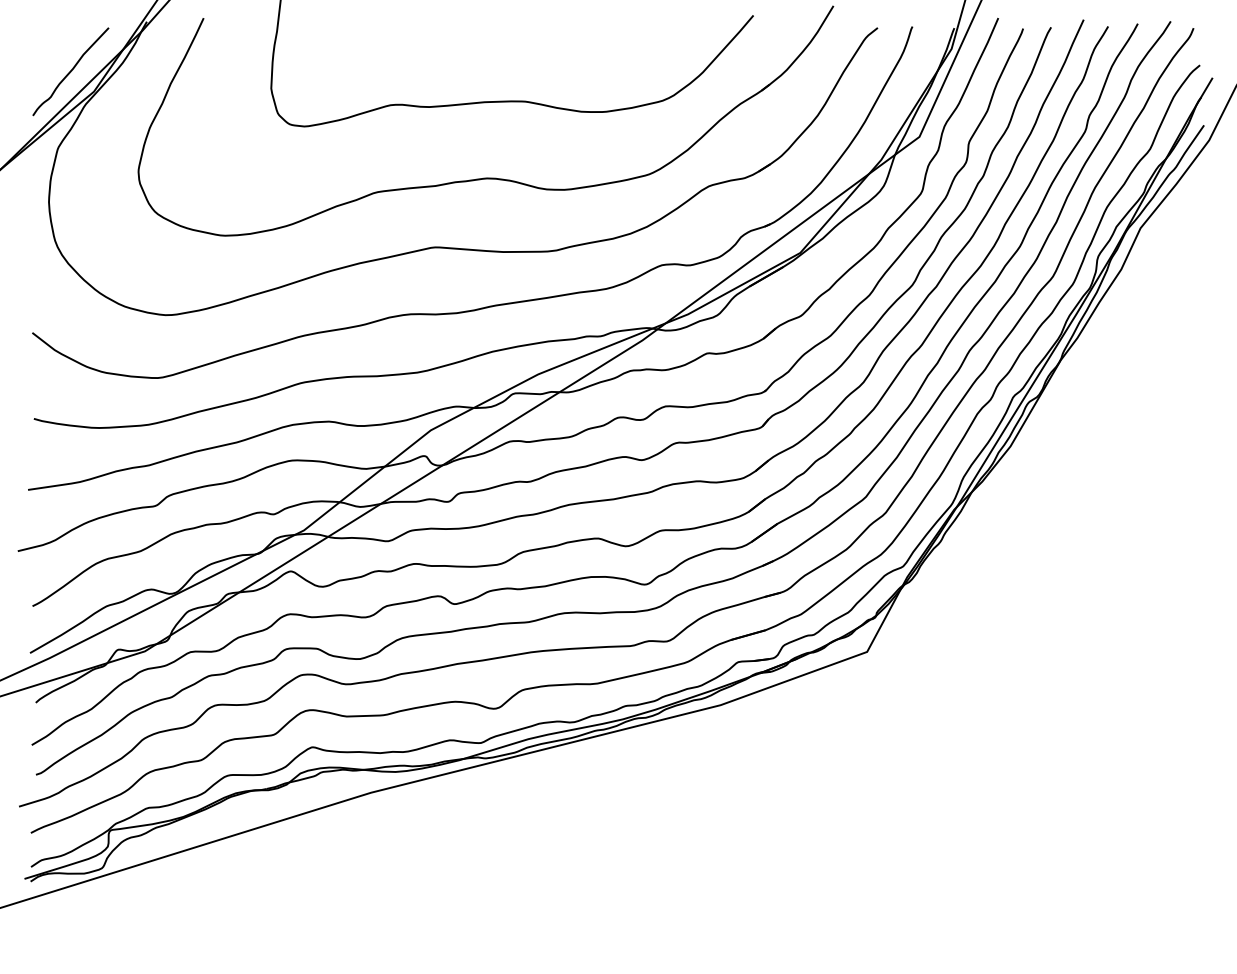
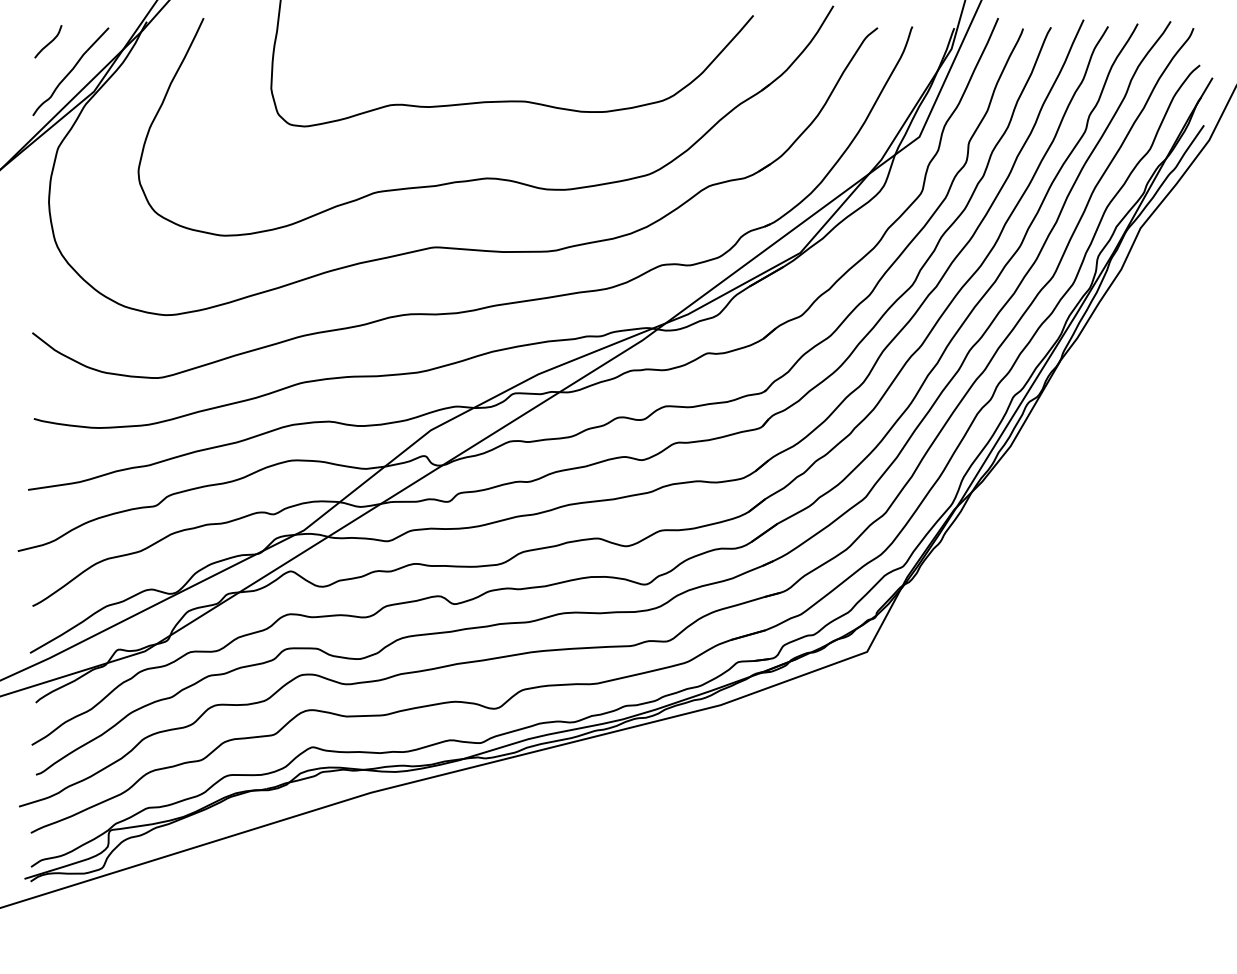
curve at (48, 42): none -> present
